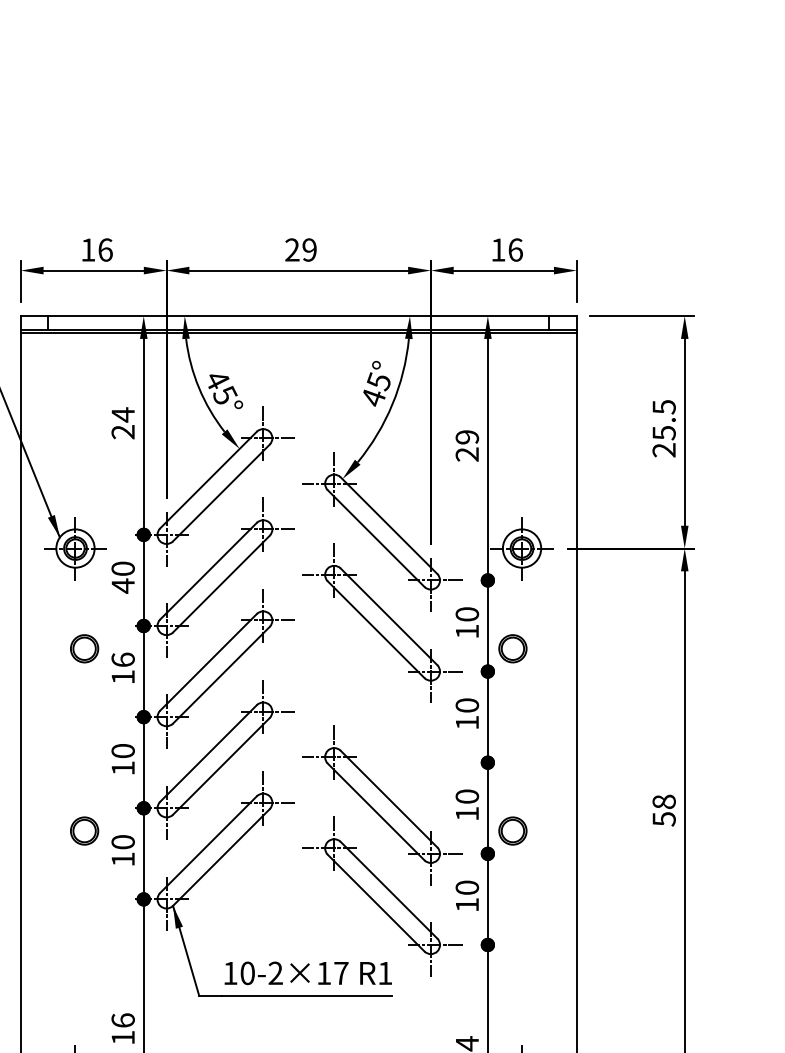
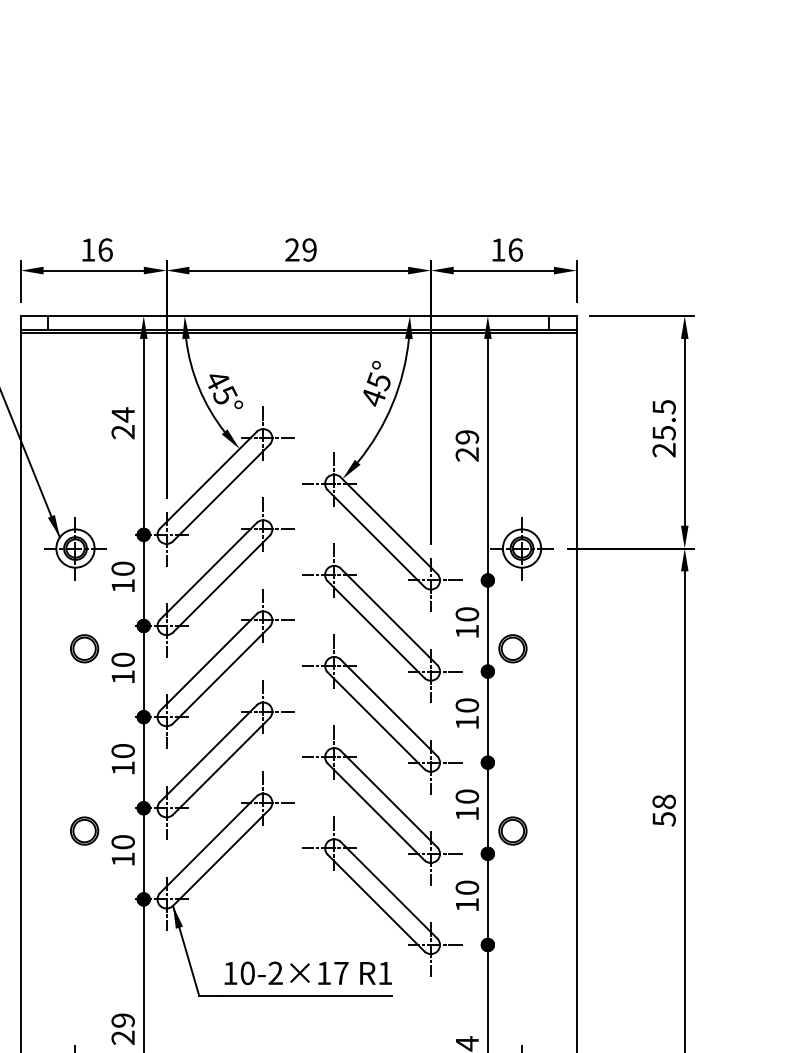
text at (122, 585): 40 -> 10
text at (122, 659): 16 -> 10
part at (382, 714): none -> present
text at (122, 1028): 16 -> 29
